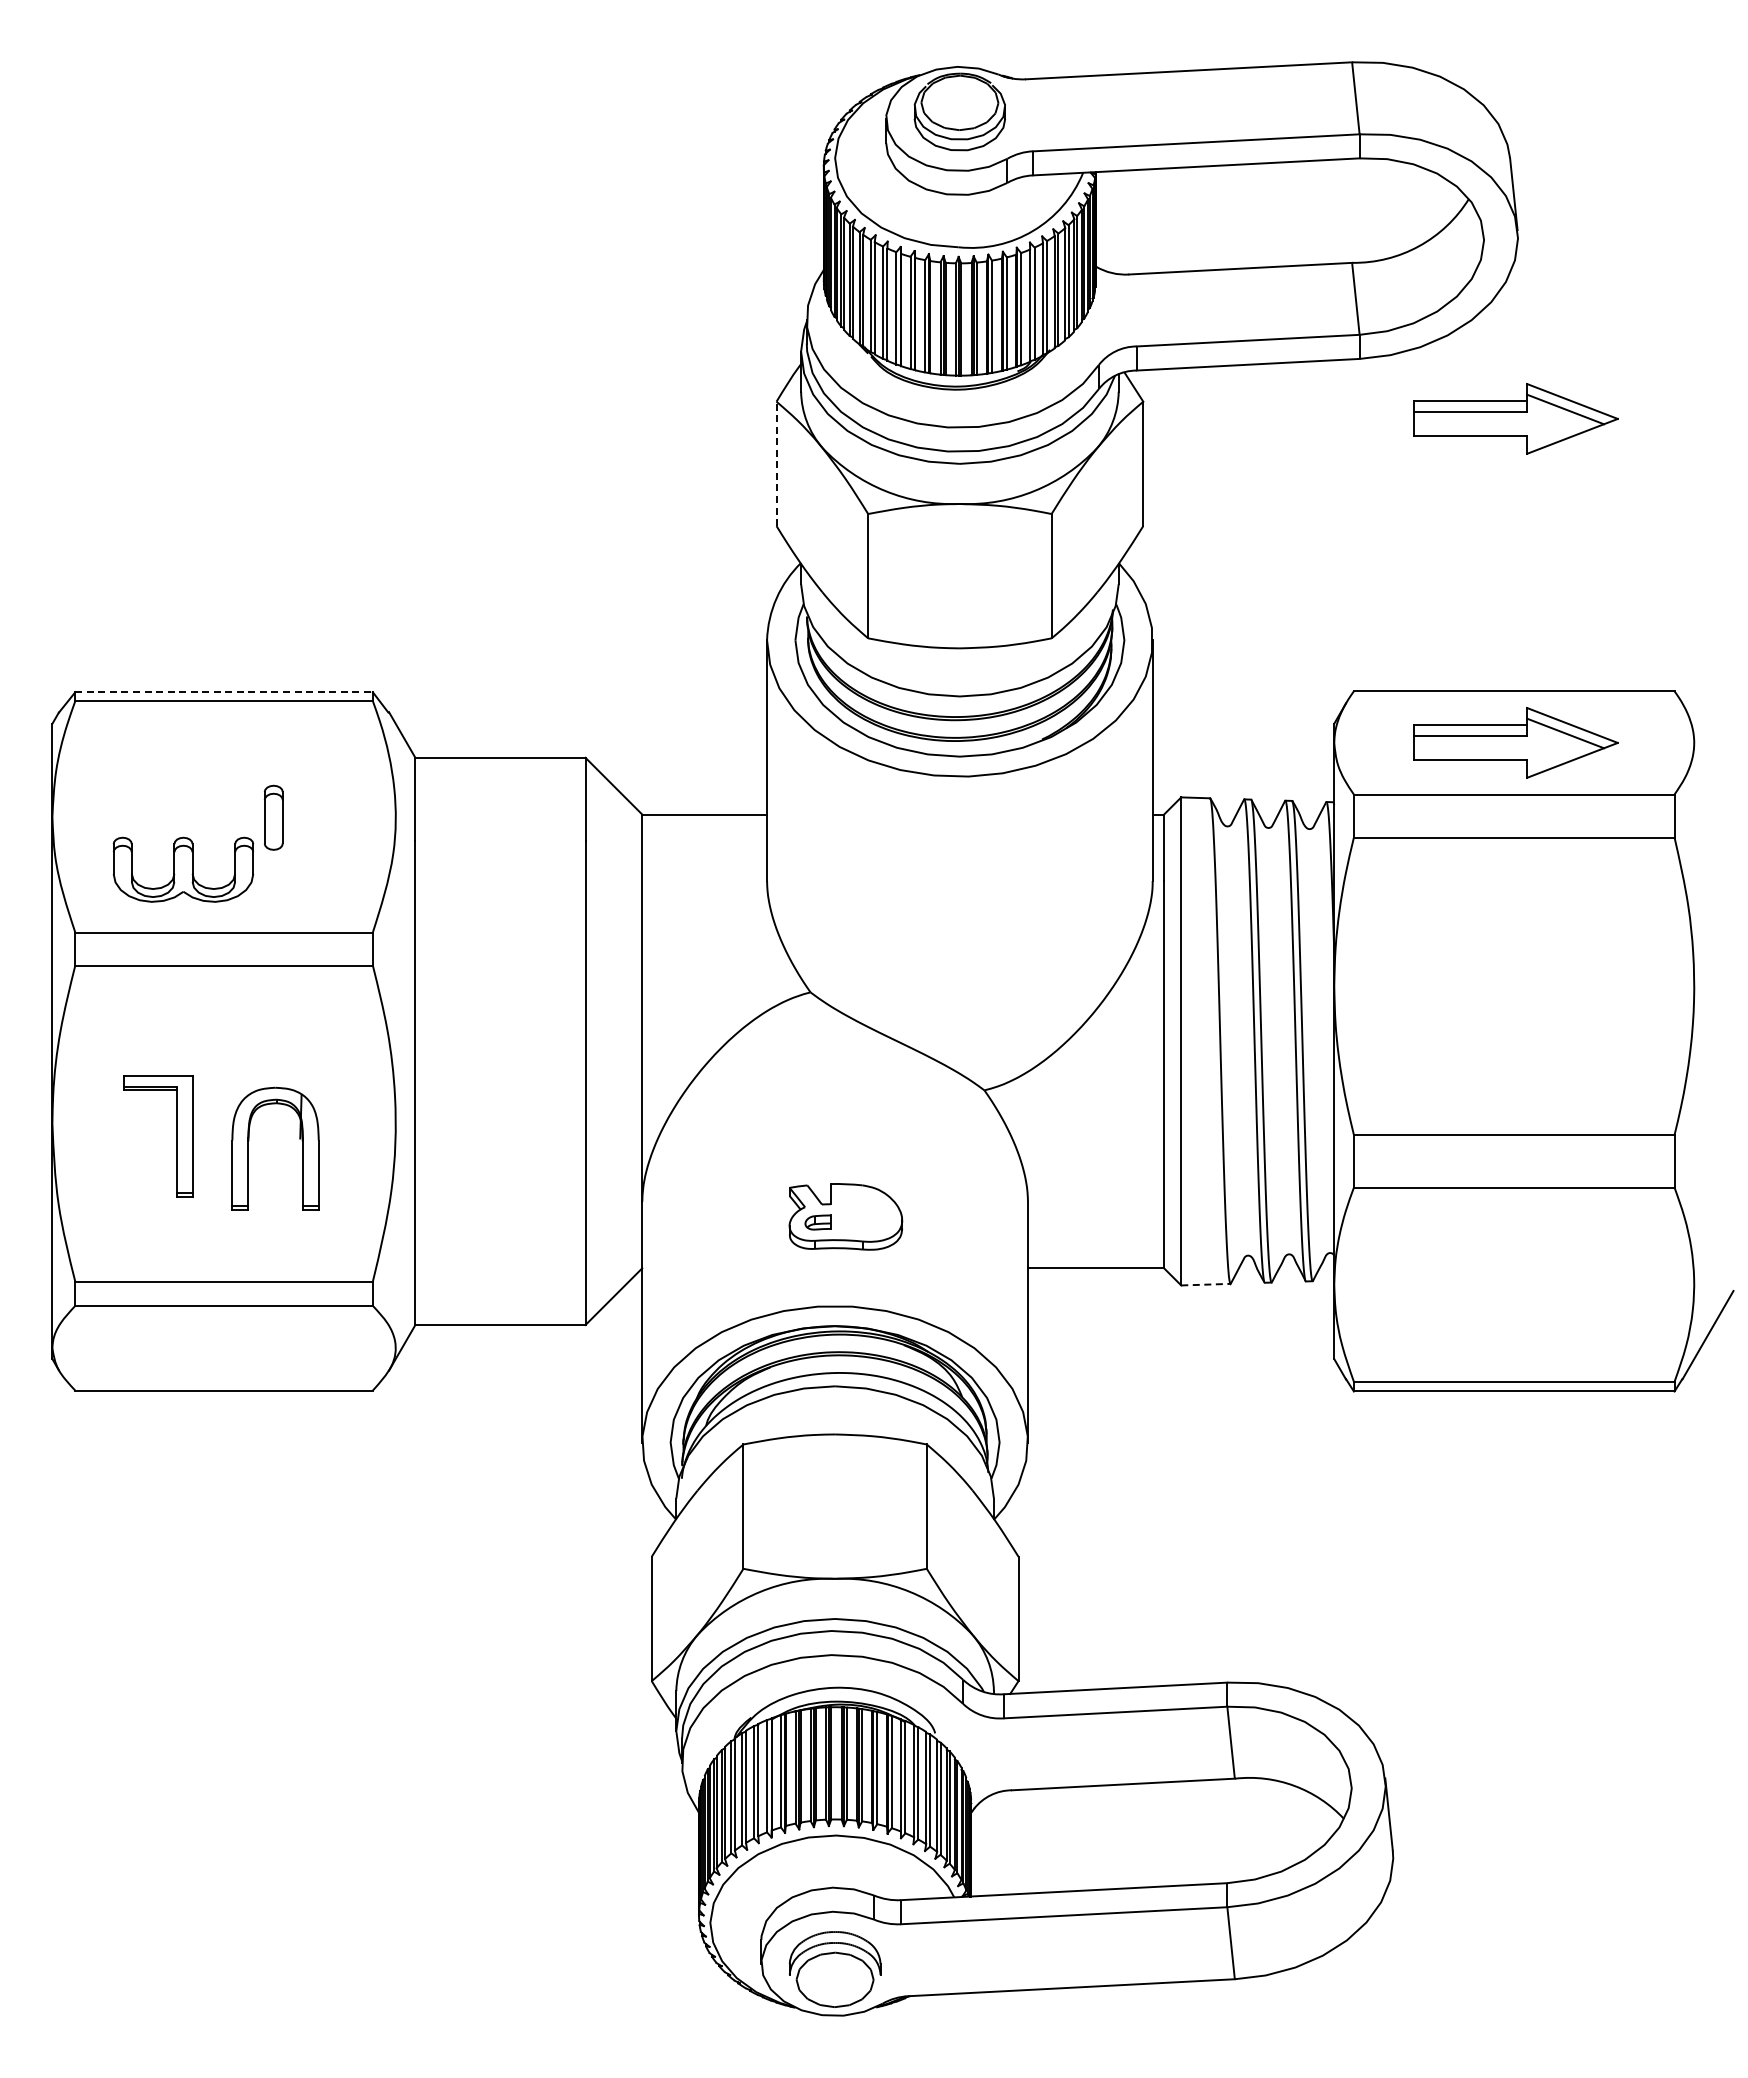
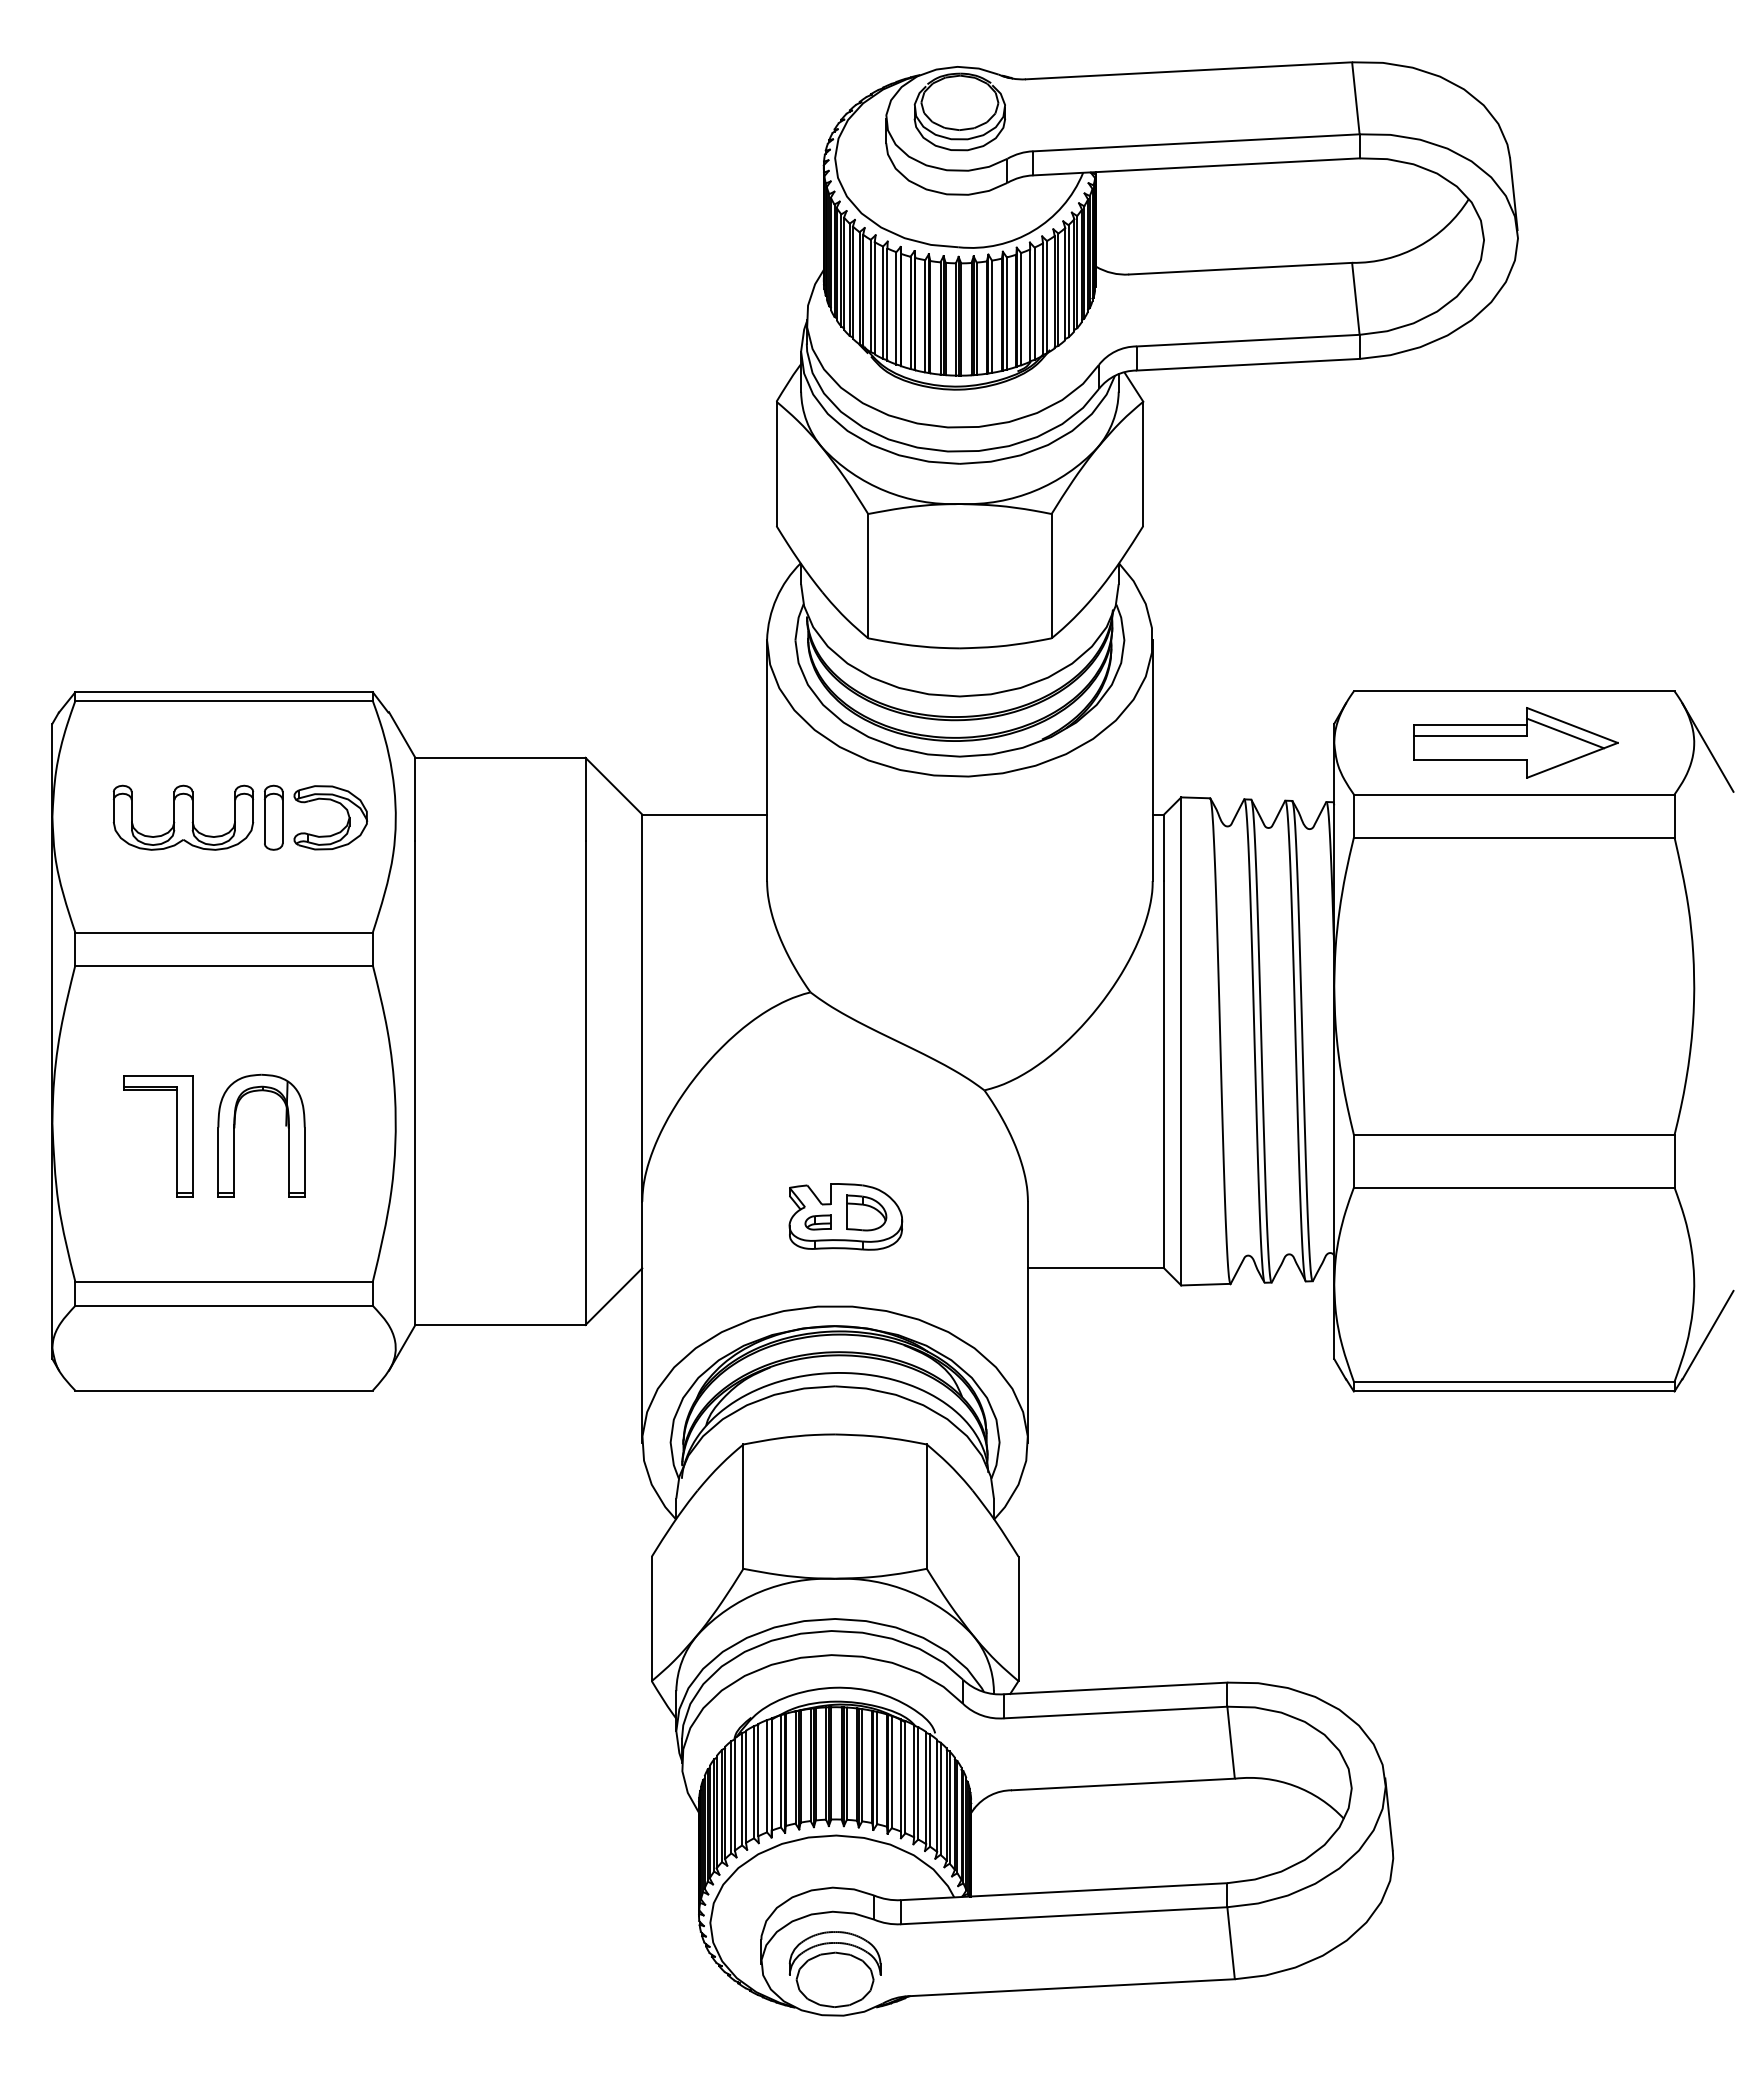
part at (1515, 418): present -> none
line at (776, 463): dashed -> solid
line at (224, 692): dashed -> solid
line at (1707, 747): none -> present
part at (337, 803): none -> present
part at (183, 869) position: (183, 869) -> (183, 817)
part at (299, 1139) position: (299, 1139) -> (285, 1126)
part at (866, 1212): none -> present
line at (1205, 1284): dashed -> solid
